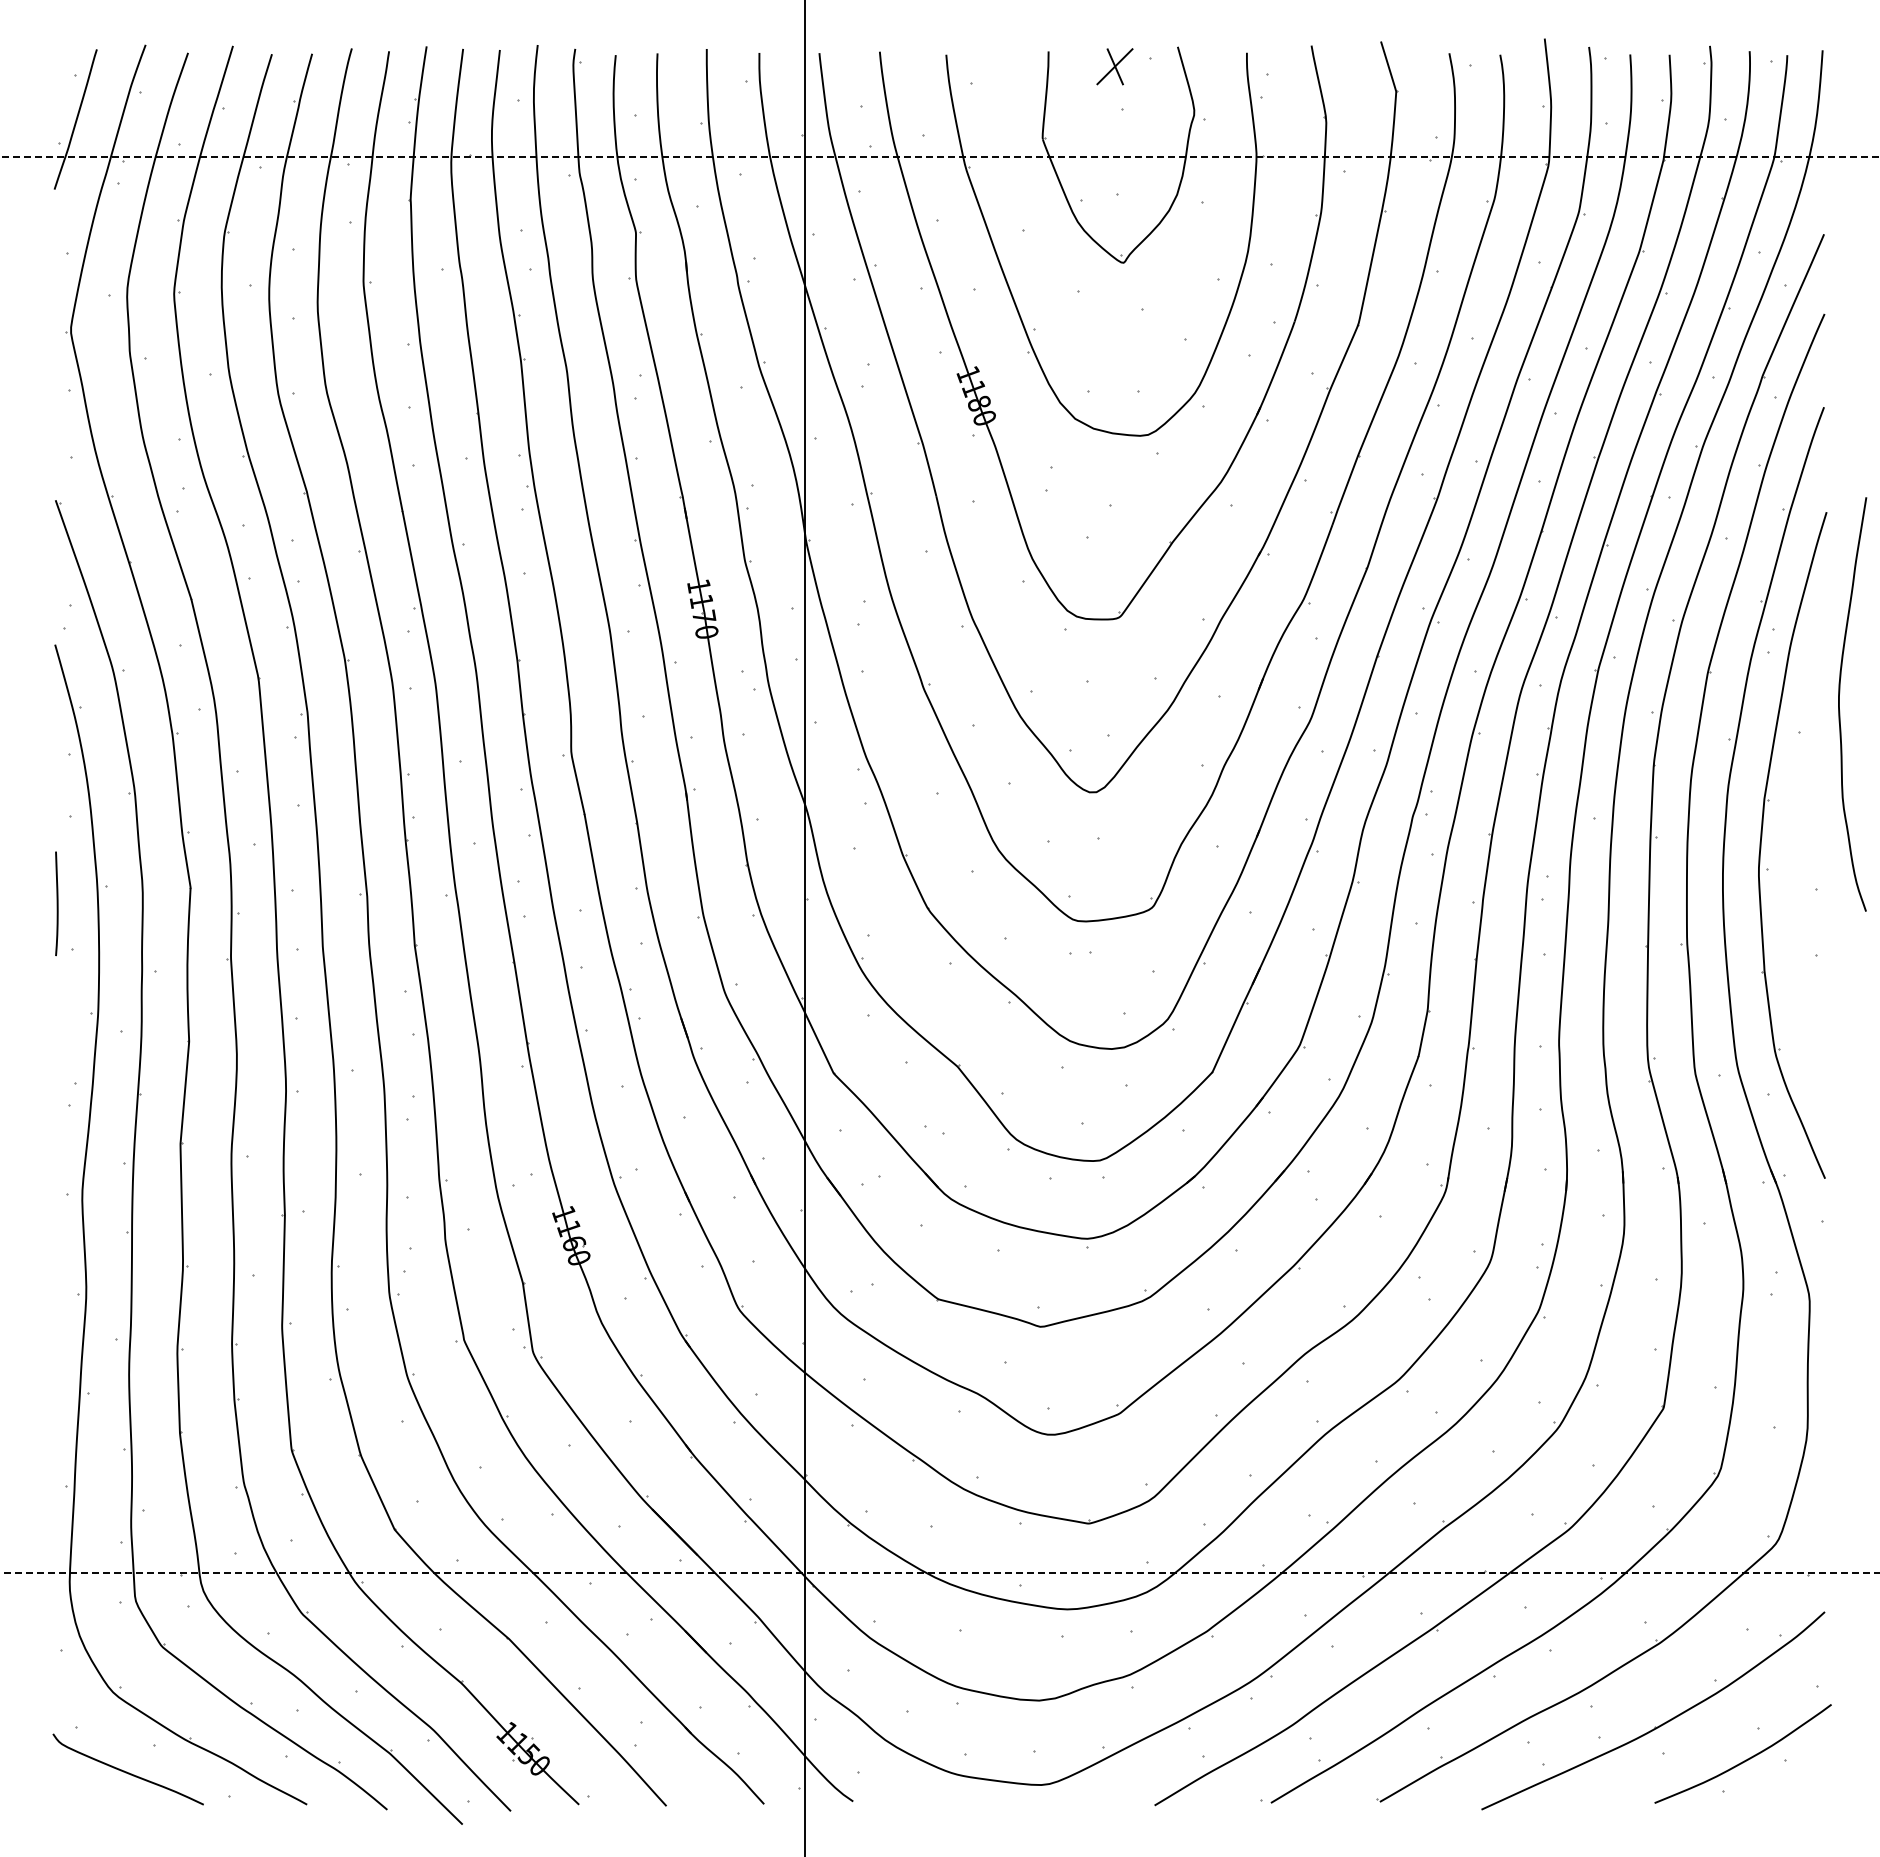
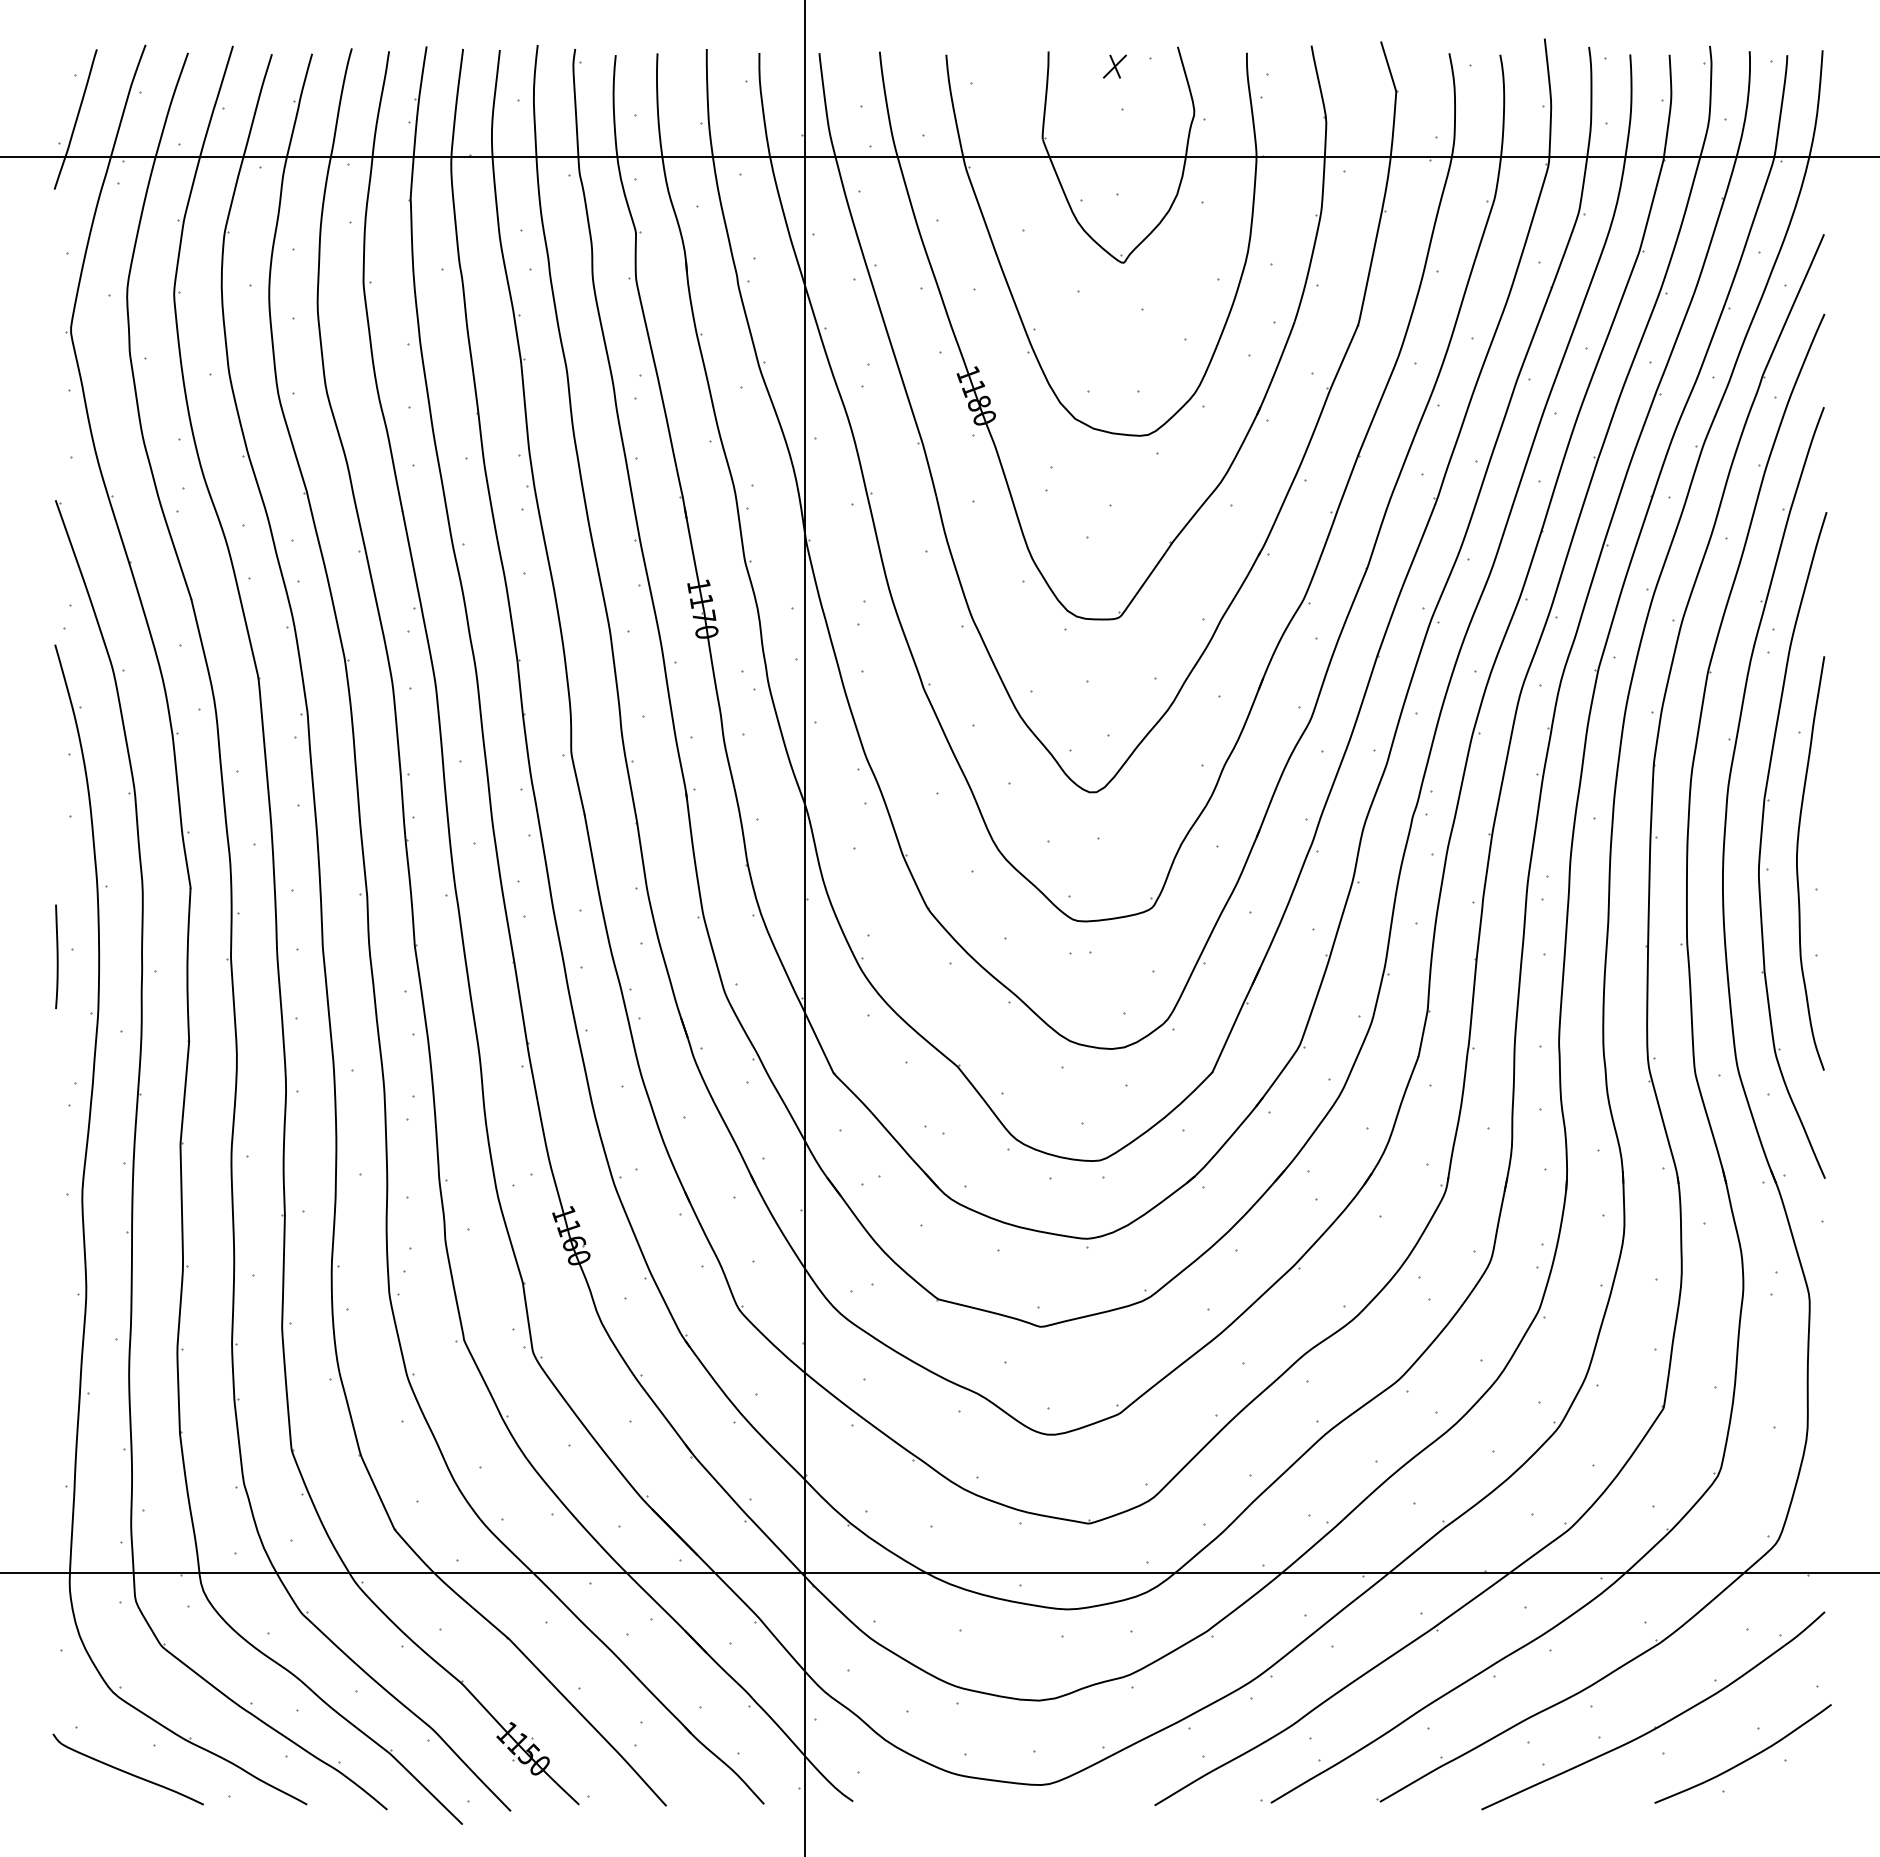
part at (1114, 66) size: 38x38 px -> 24x25 px
line at (940, 157): dashed -> solid
curve at (1839, 704) position: (1839, 704) -> (1797, 863)
line at (56, 903) position: (56, 903) -> (56, 956)
line at (940, 1572): dashed -> solid
